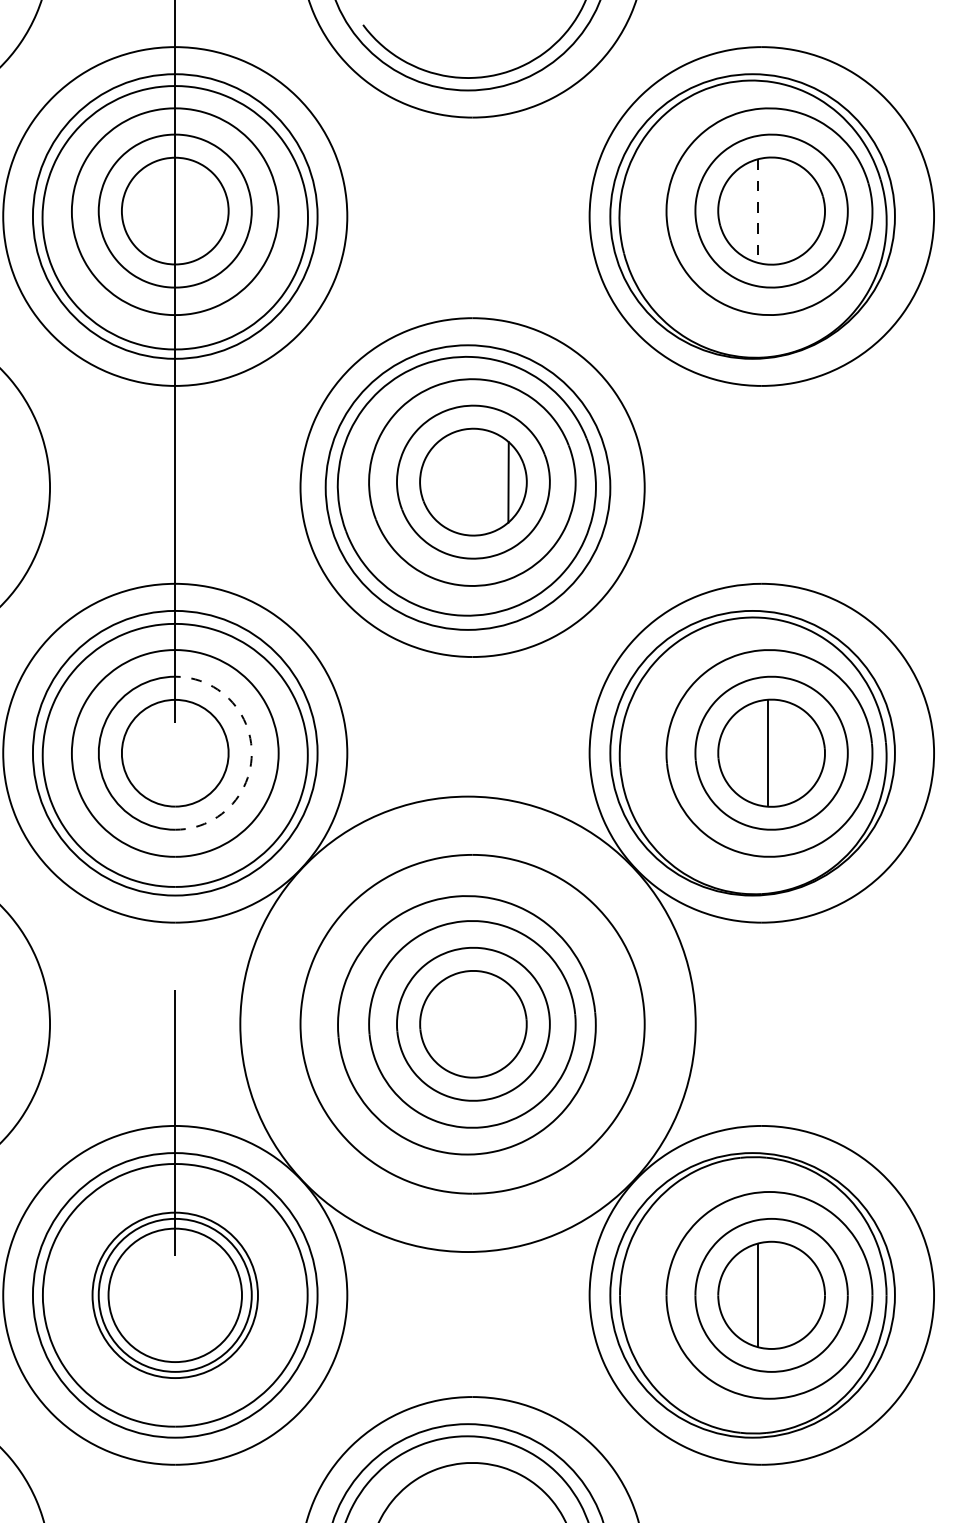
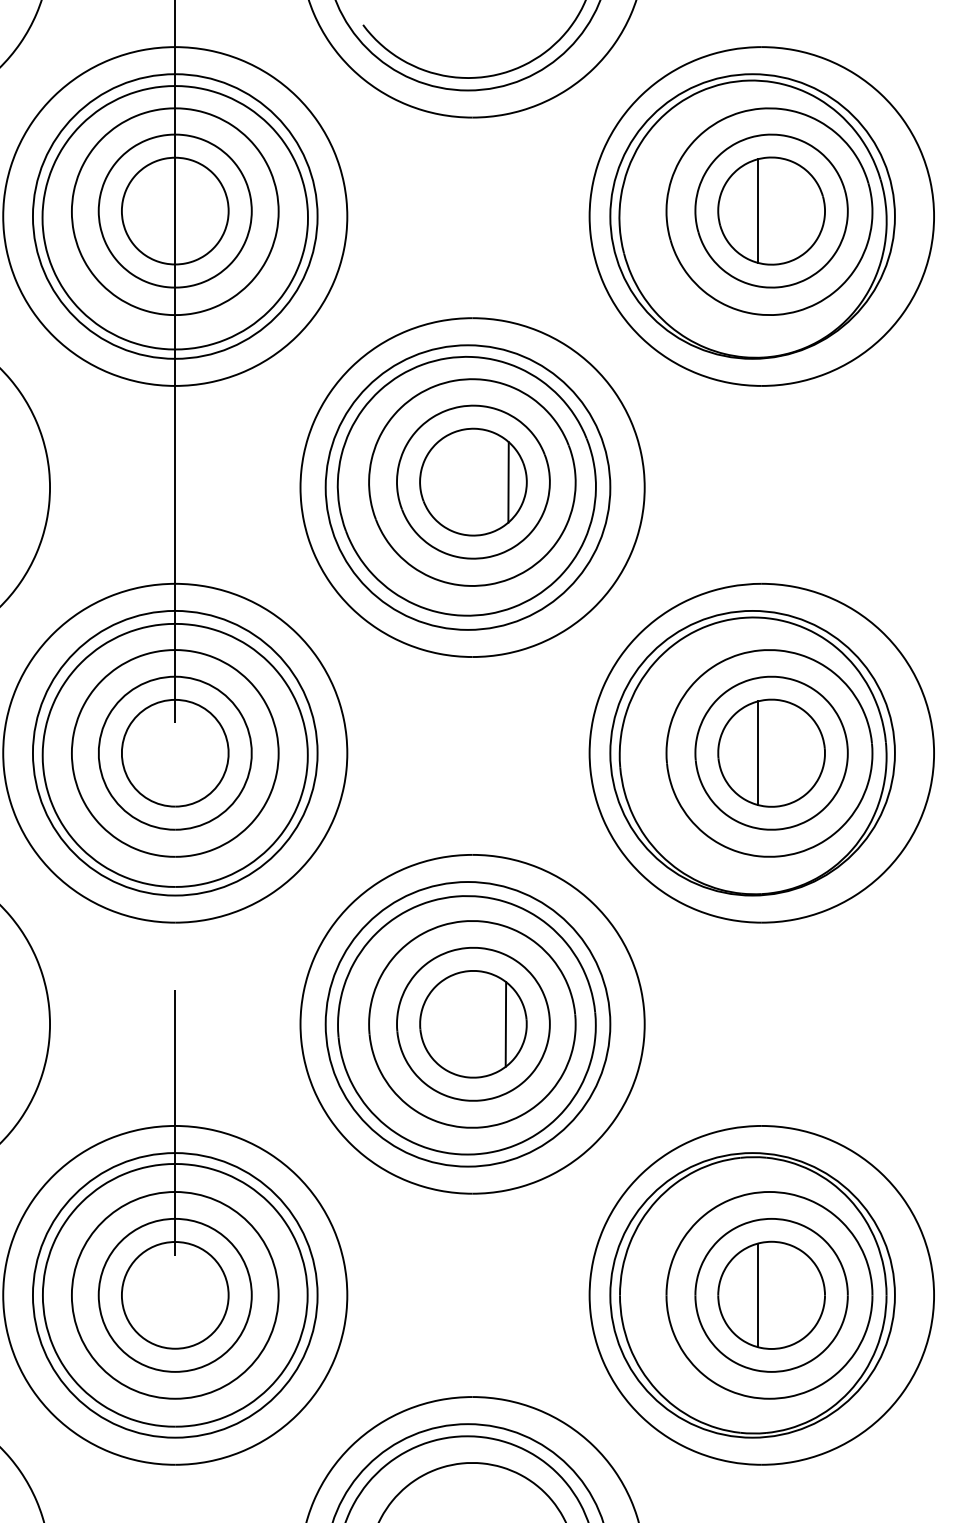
line at (758, 211): dashed -> solid
arc at (251, 753): dashed -> solid
line at (768, 753) position: (768, 753) -> (758, 753)
circle at (467, 1024) diameter: 455 px -> 285 px
line at (505, 1024): none -> present
circle at (174, 1295) diameter: 165 px -> 207 px
circle at (175, 1295) diameter: 133 px -> 107 px
